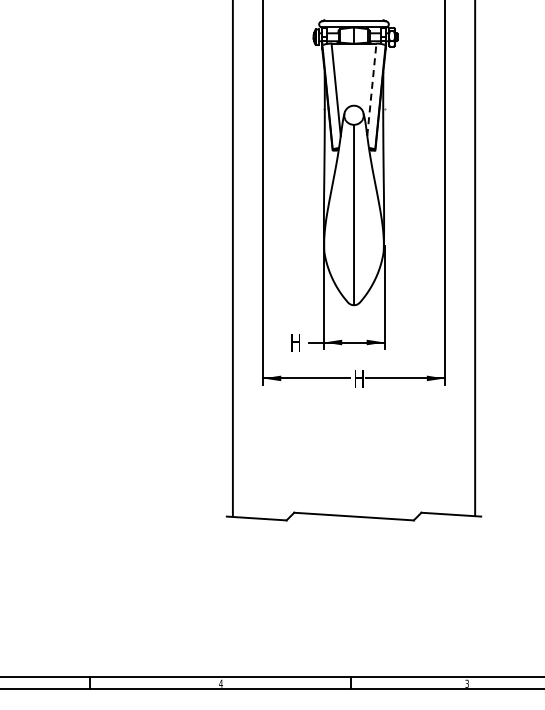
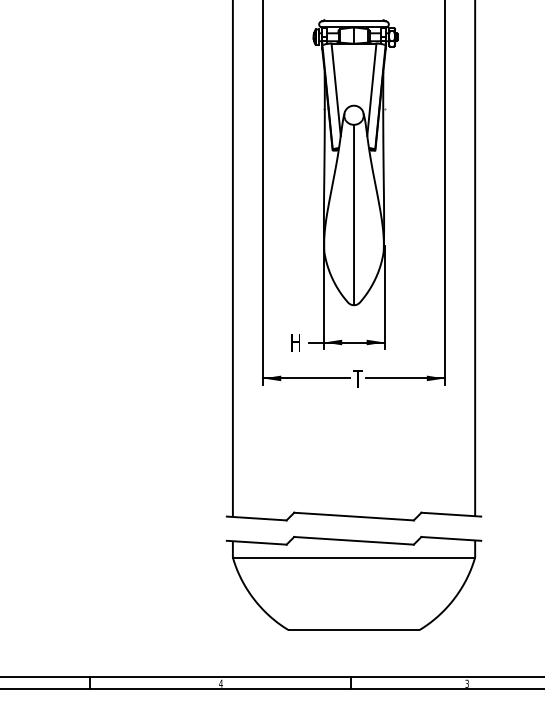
line at (371, 89): dashed -> solid
text at (358, 378): H -> T
part at (354, 582): none -> present
